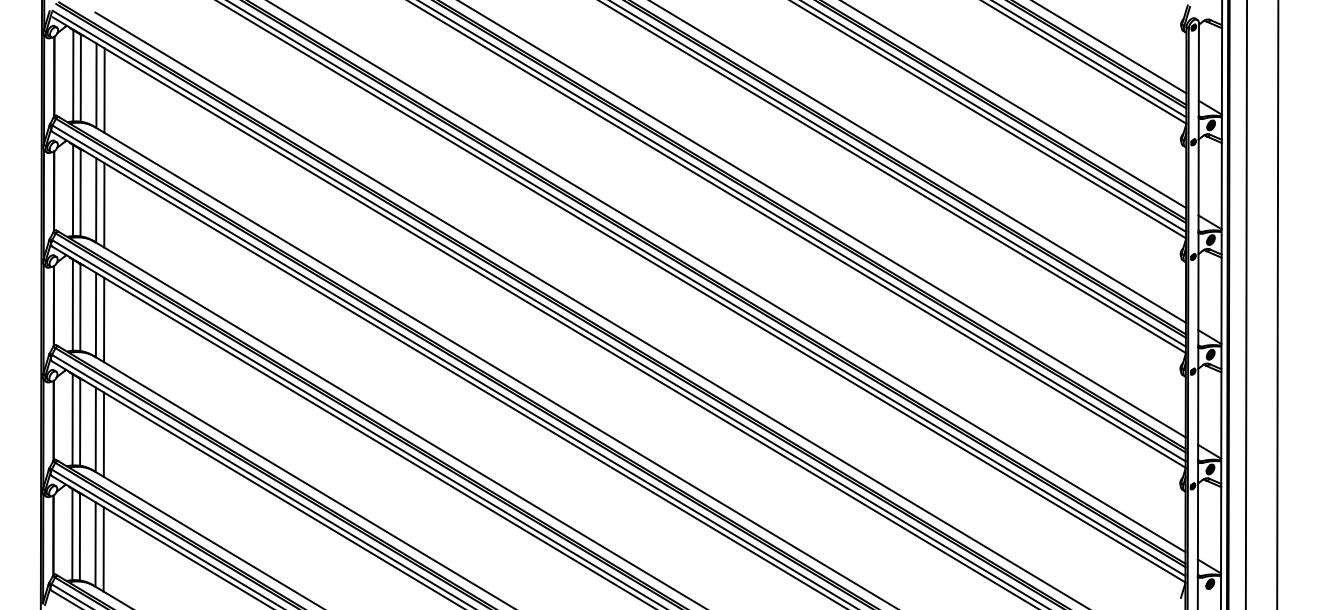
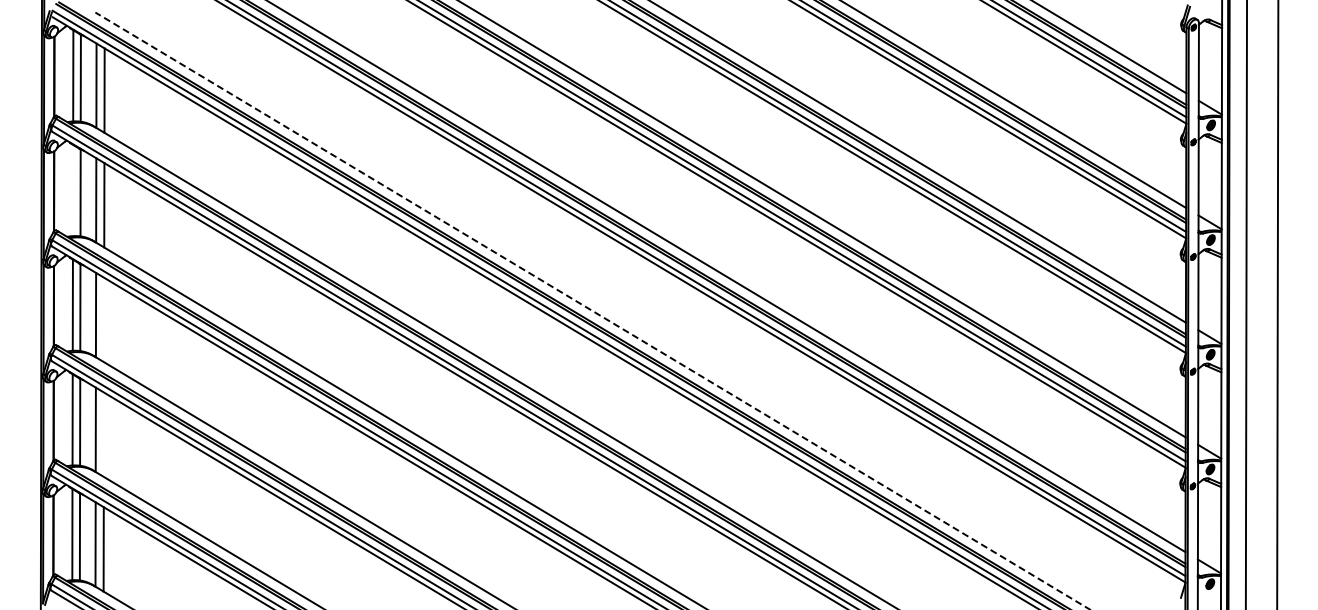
line at (72, 190): present -> none
line at (592, 310): solid -> dashed
line at (104, 319): present -> none
line at (103, 434): present -> none
